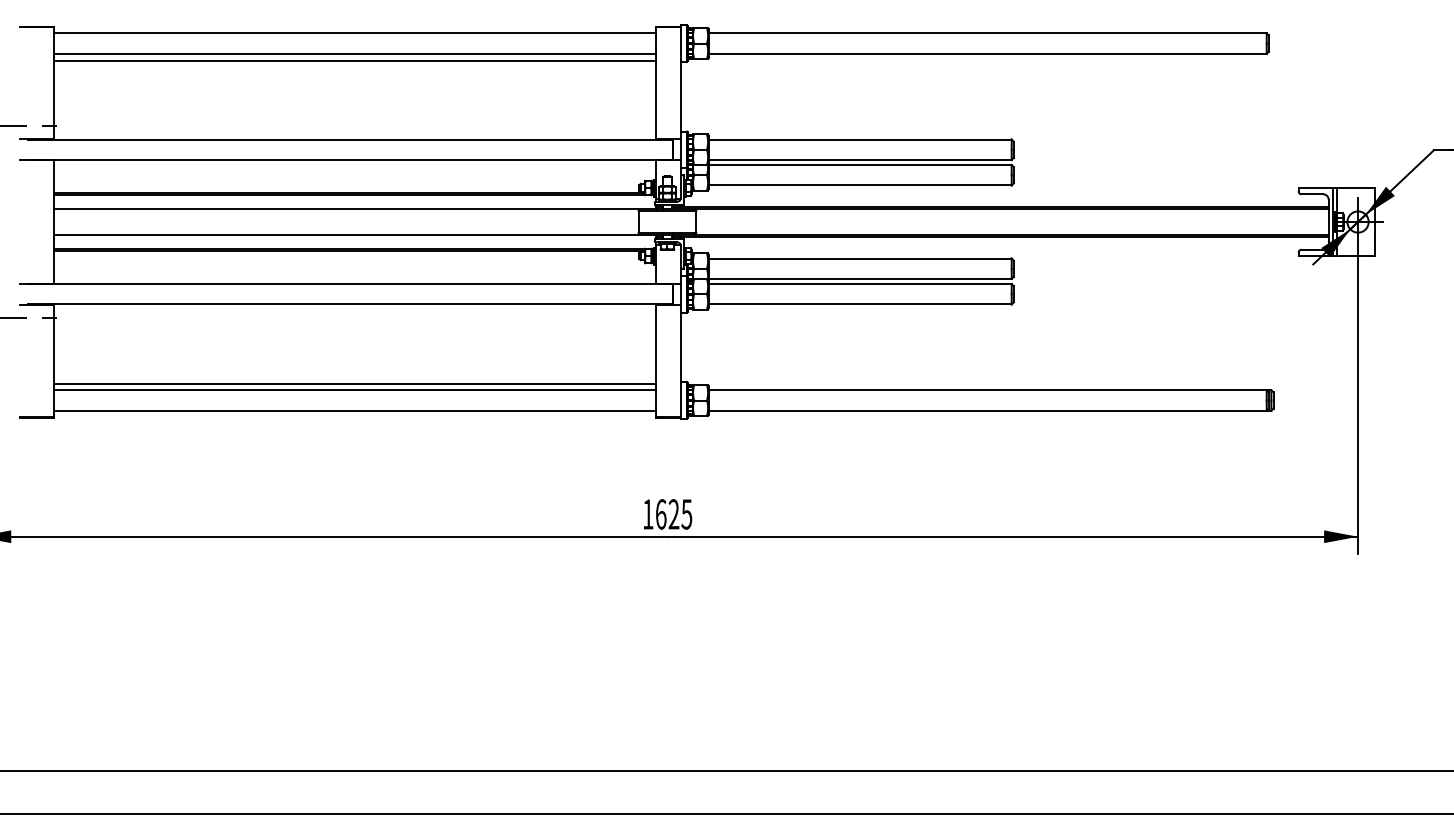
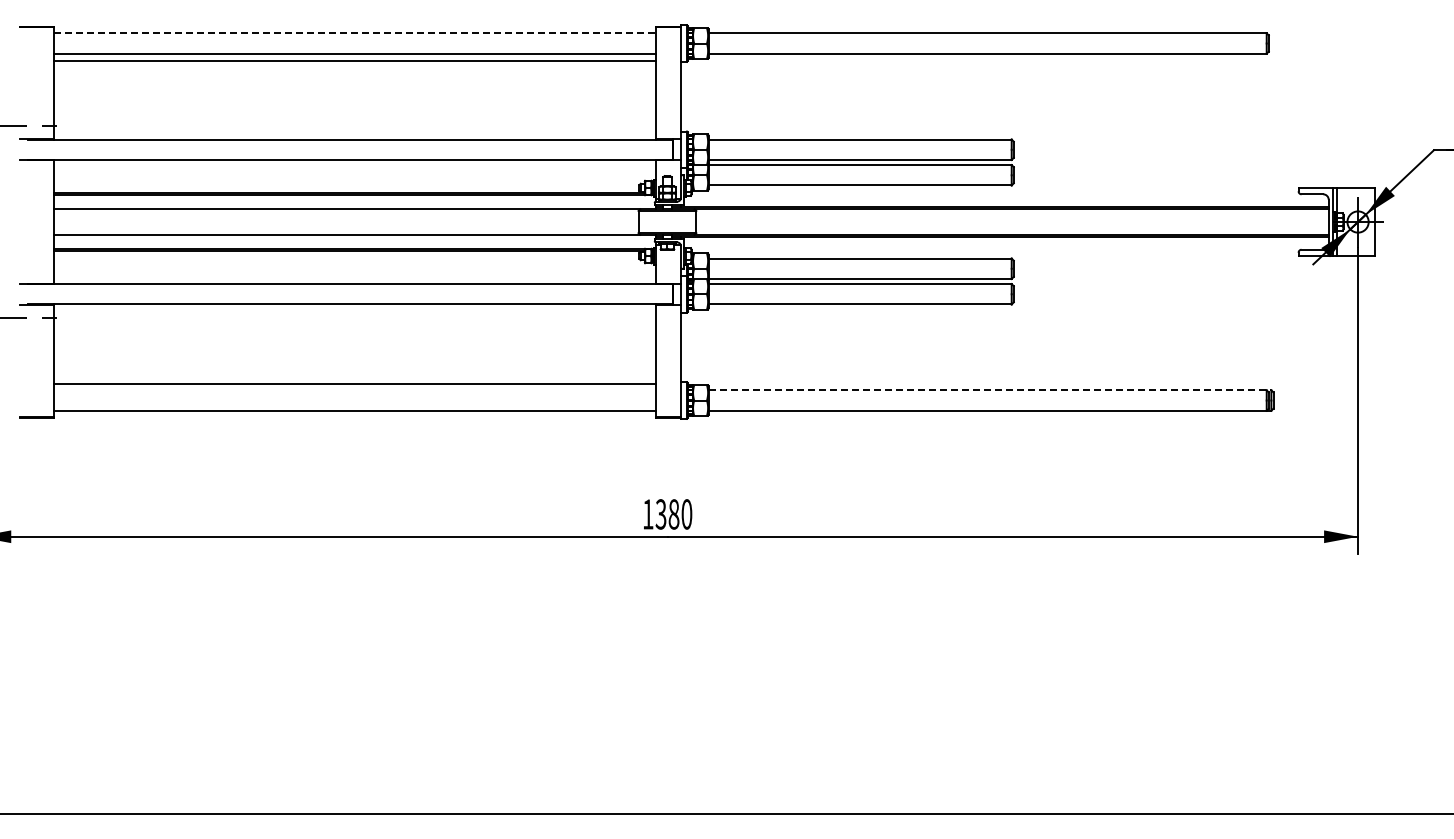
line at (354, 33): solid -> dashed
line at (354, 390): present -> none
line at (990, 390): solid -> dashed
text at (673, 514): 1625 -> 1380
line at (726, 771): present -> none
